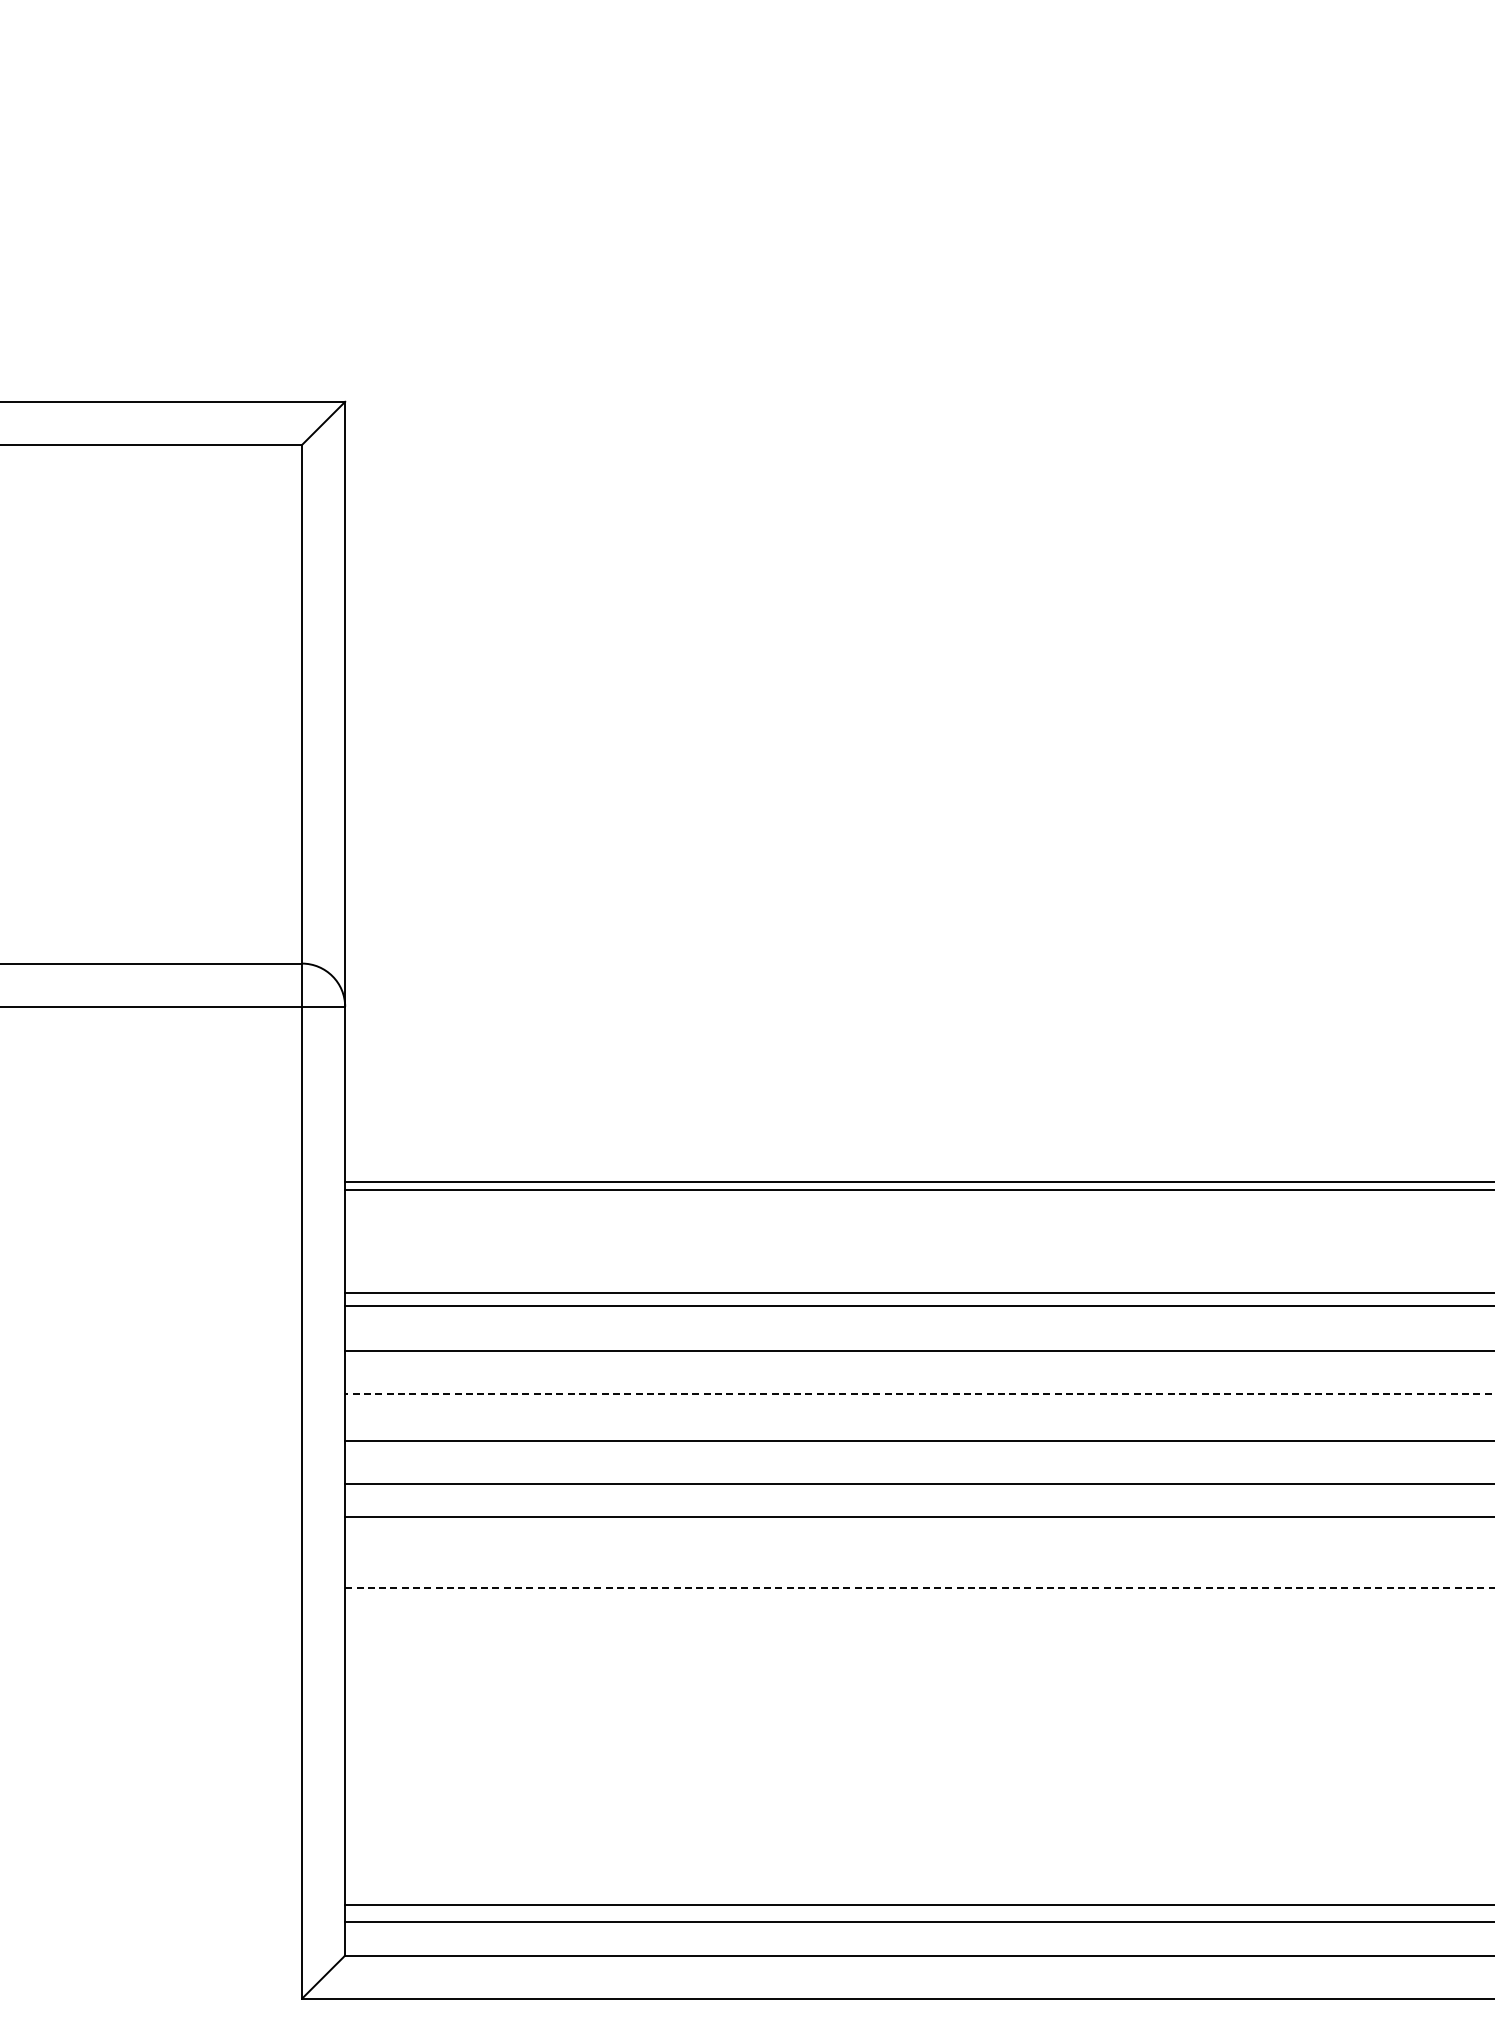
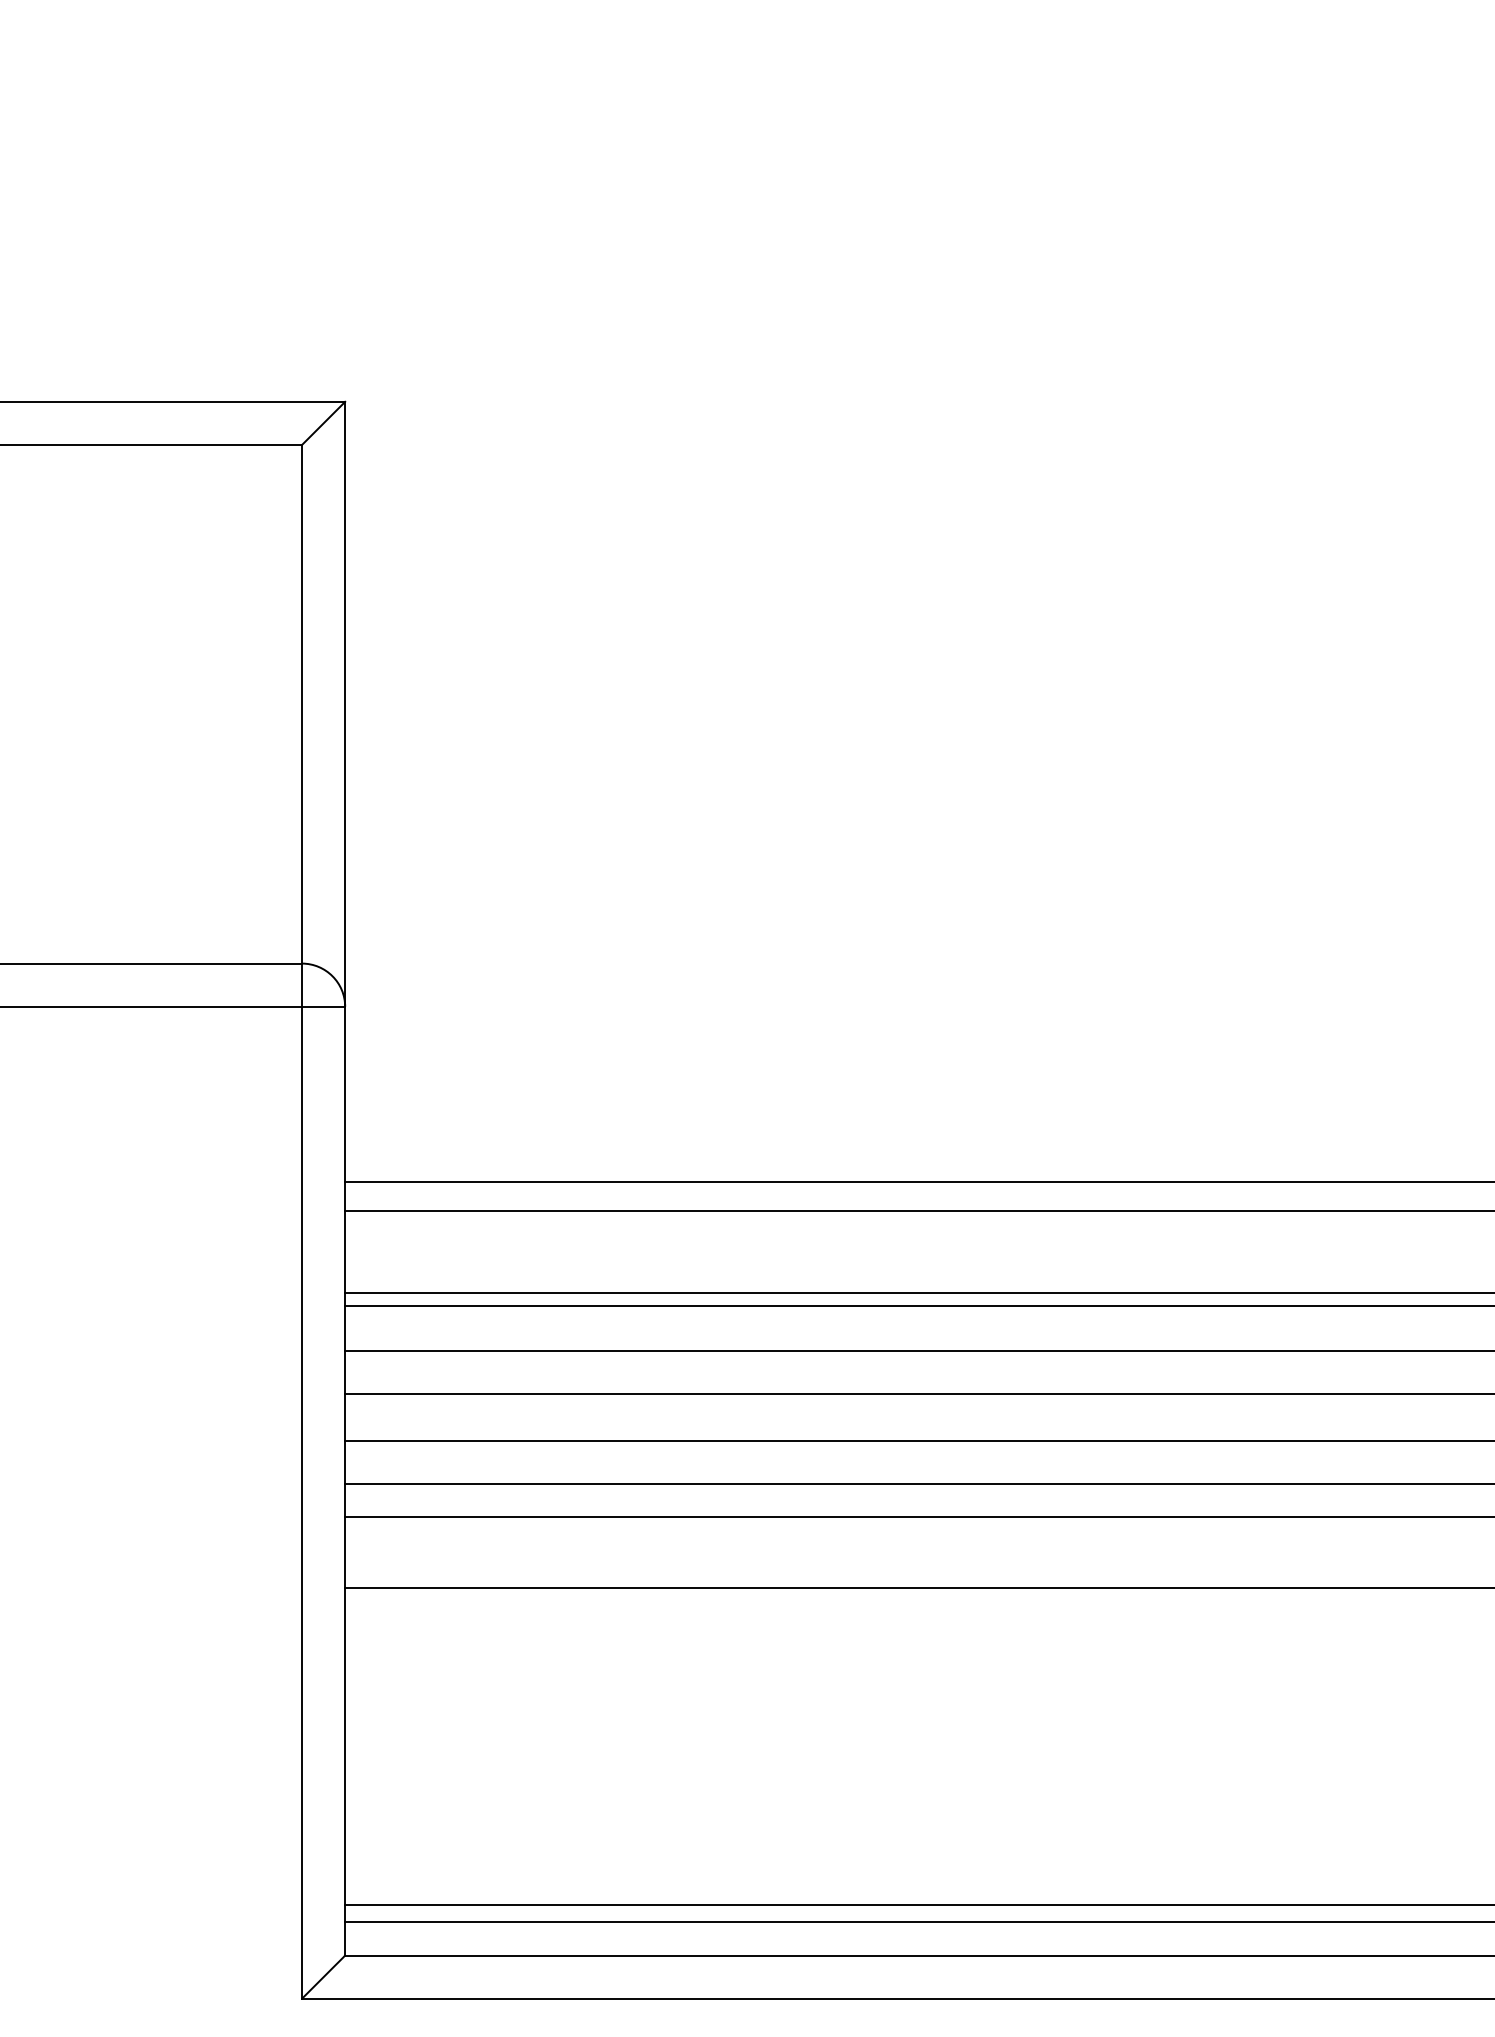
line at (918, 1190) position: (918, 1190) -> (918, 1211)
line at (920, 1393): dashed -> solid
line at (920, 1588): dashed -> solid
